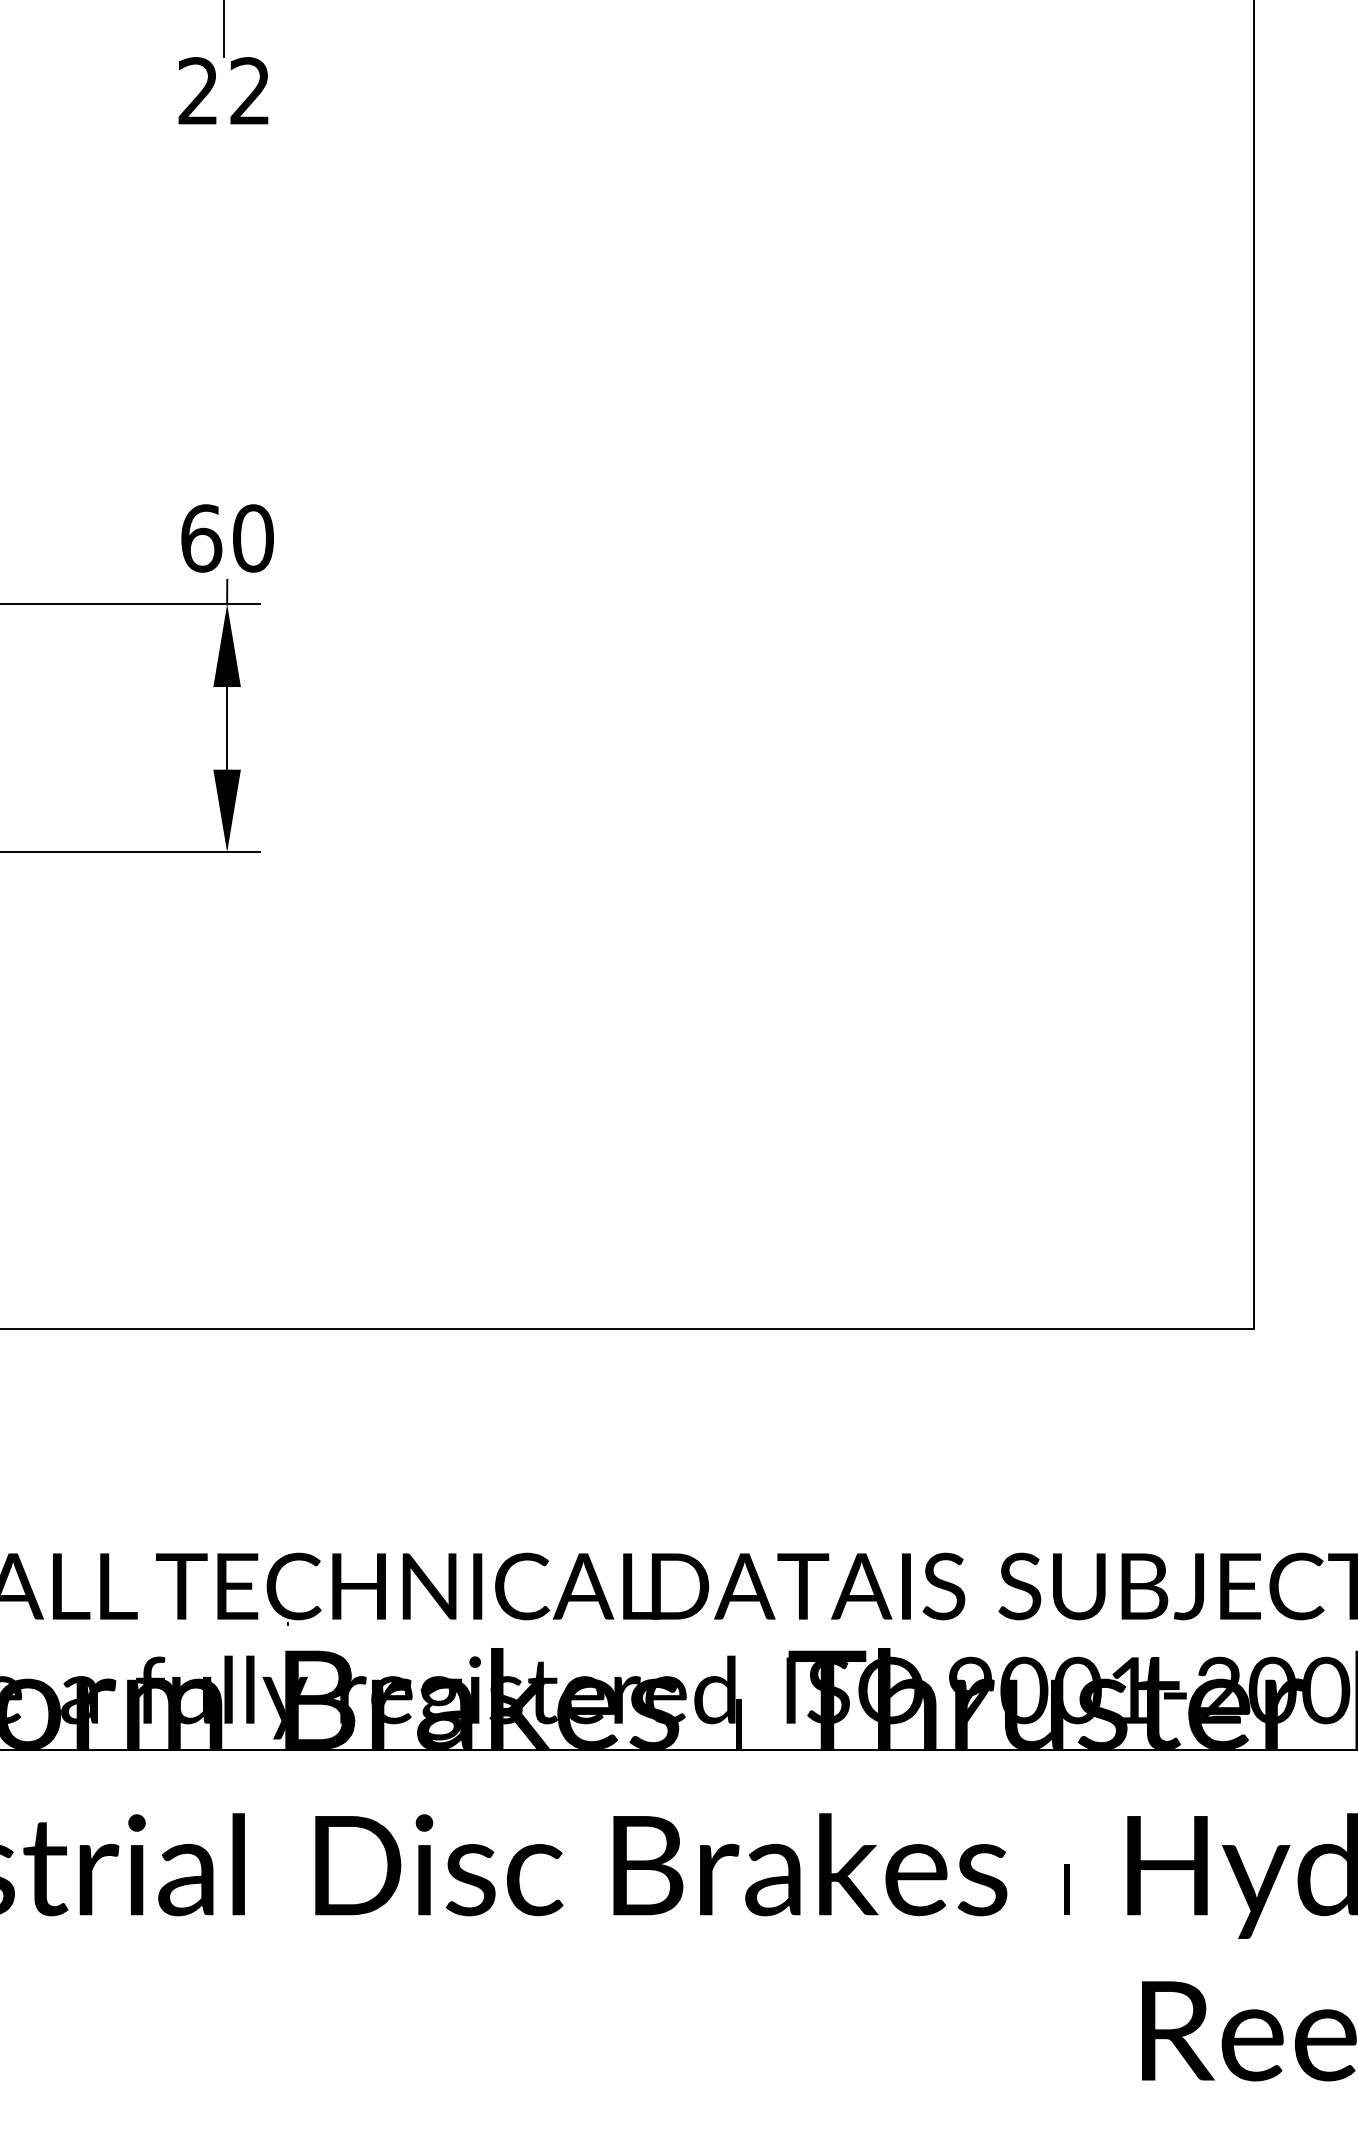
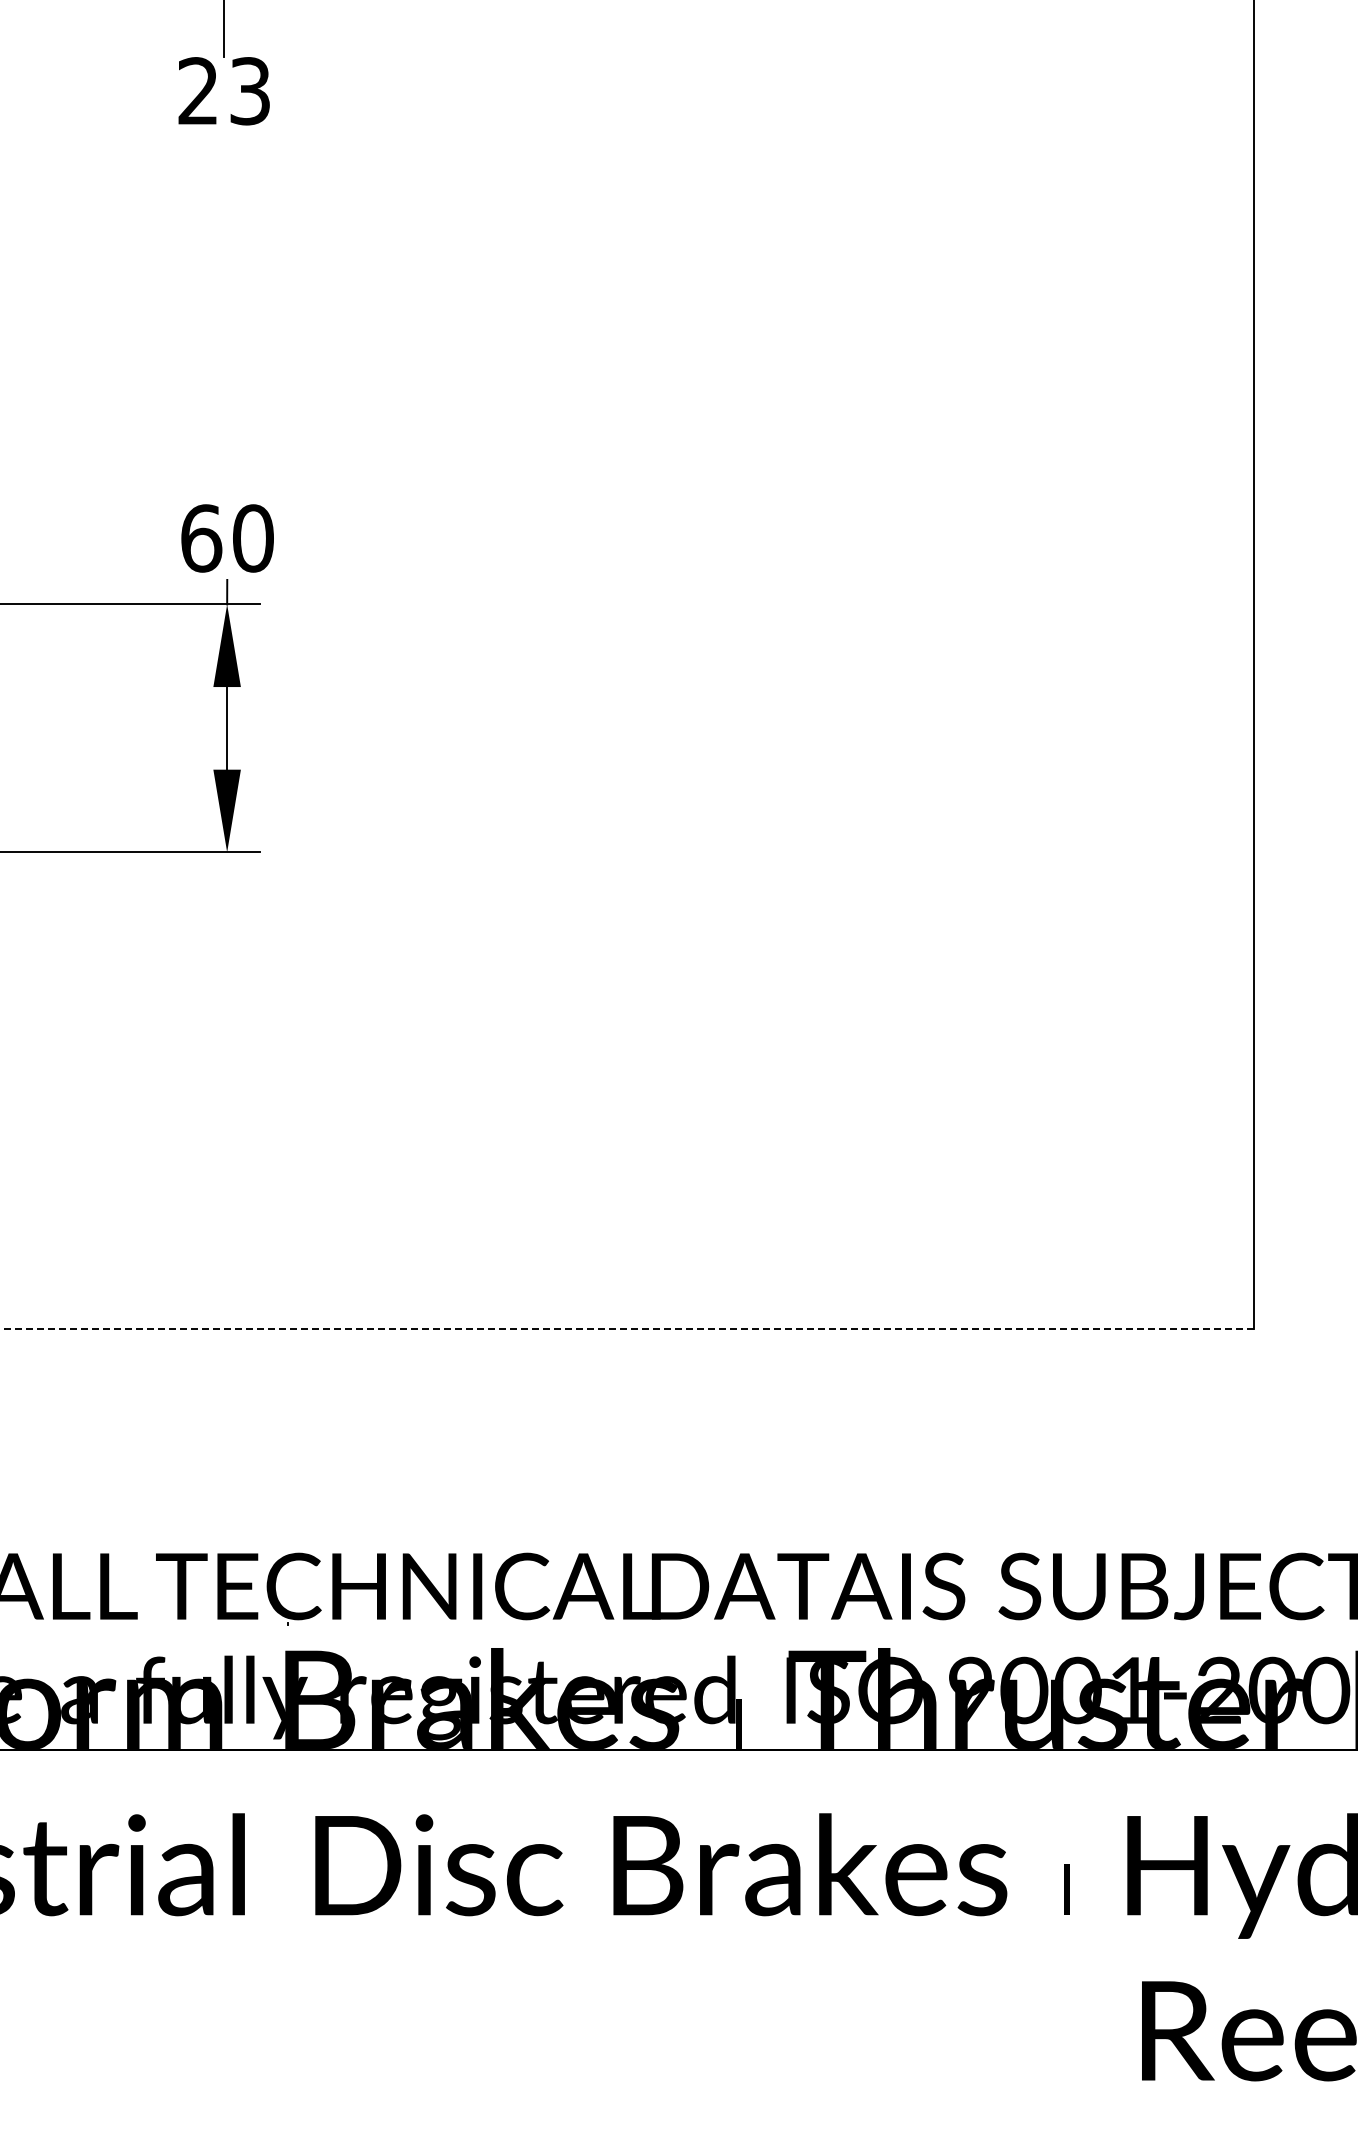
text at (249, 91): 22 -> 23
line at (626, 1328): solid -> dashed
